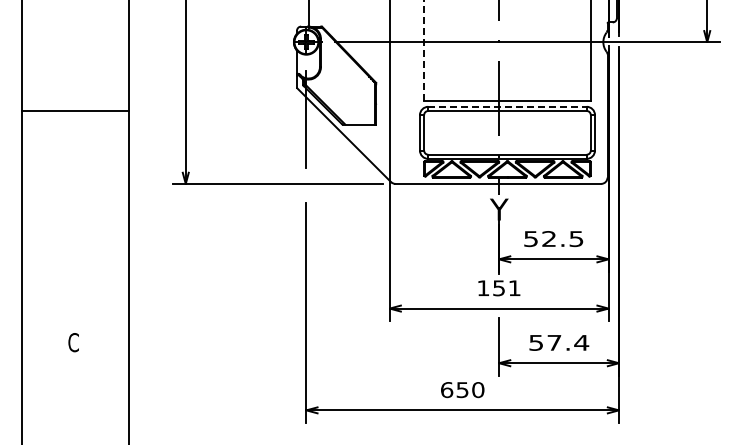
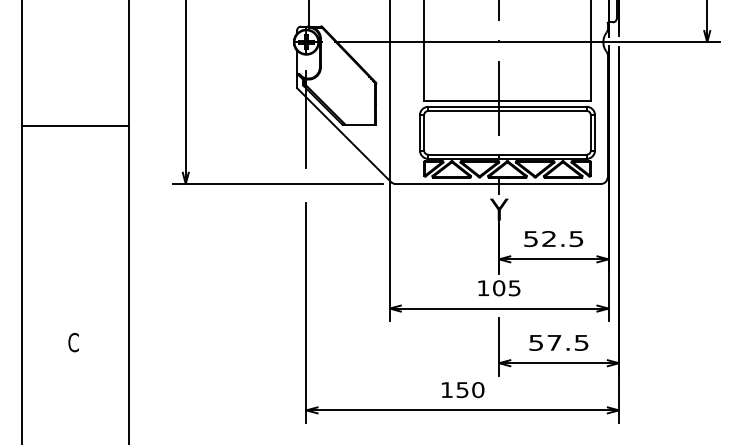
line at (424, 49): dashed -> solid
line at (507, 106): dashed -> solid
line at (75, 111) position: (75, 111) -> (75, 126)
text at (506, 288): 151 -> 105
text at (581, 342): 57.4 -> 57.5
text at (447, 390): 650 -> 150
